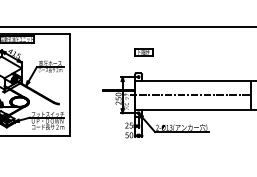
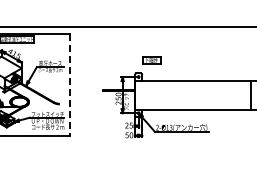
part at (143, 52) position: (143, 52) -> (151, 60)
line at (70, 85): solid -> dashed
line at (190, 95): present -> none
